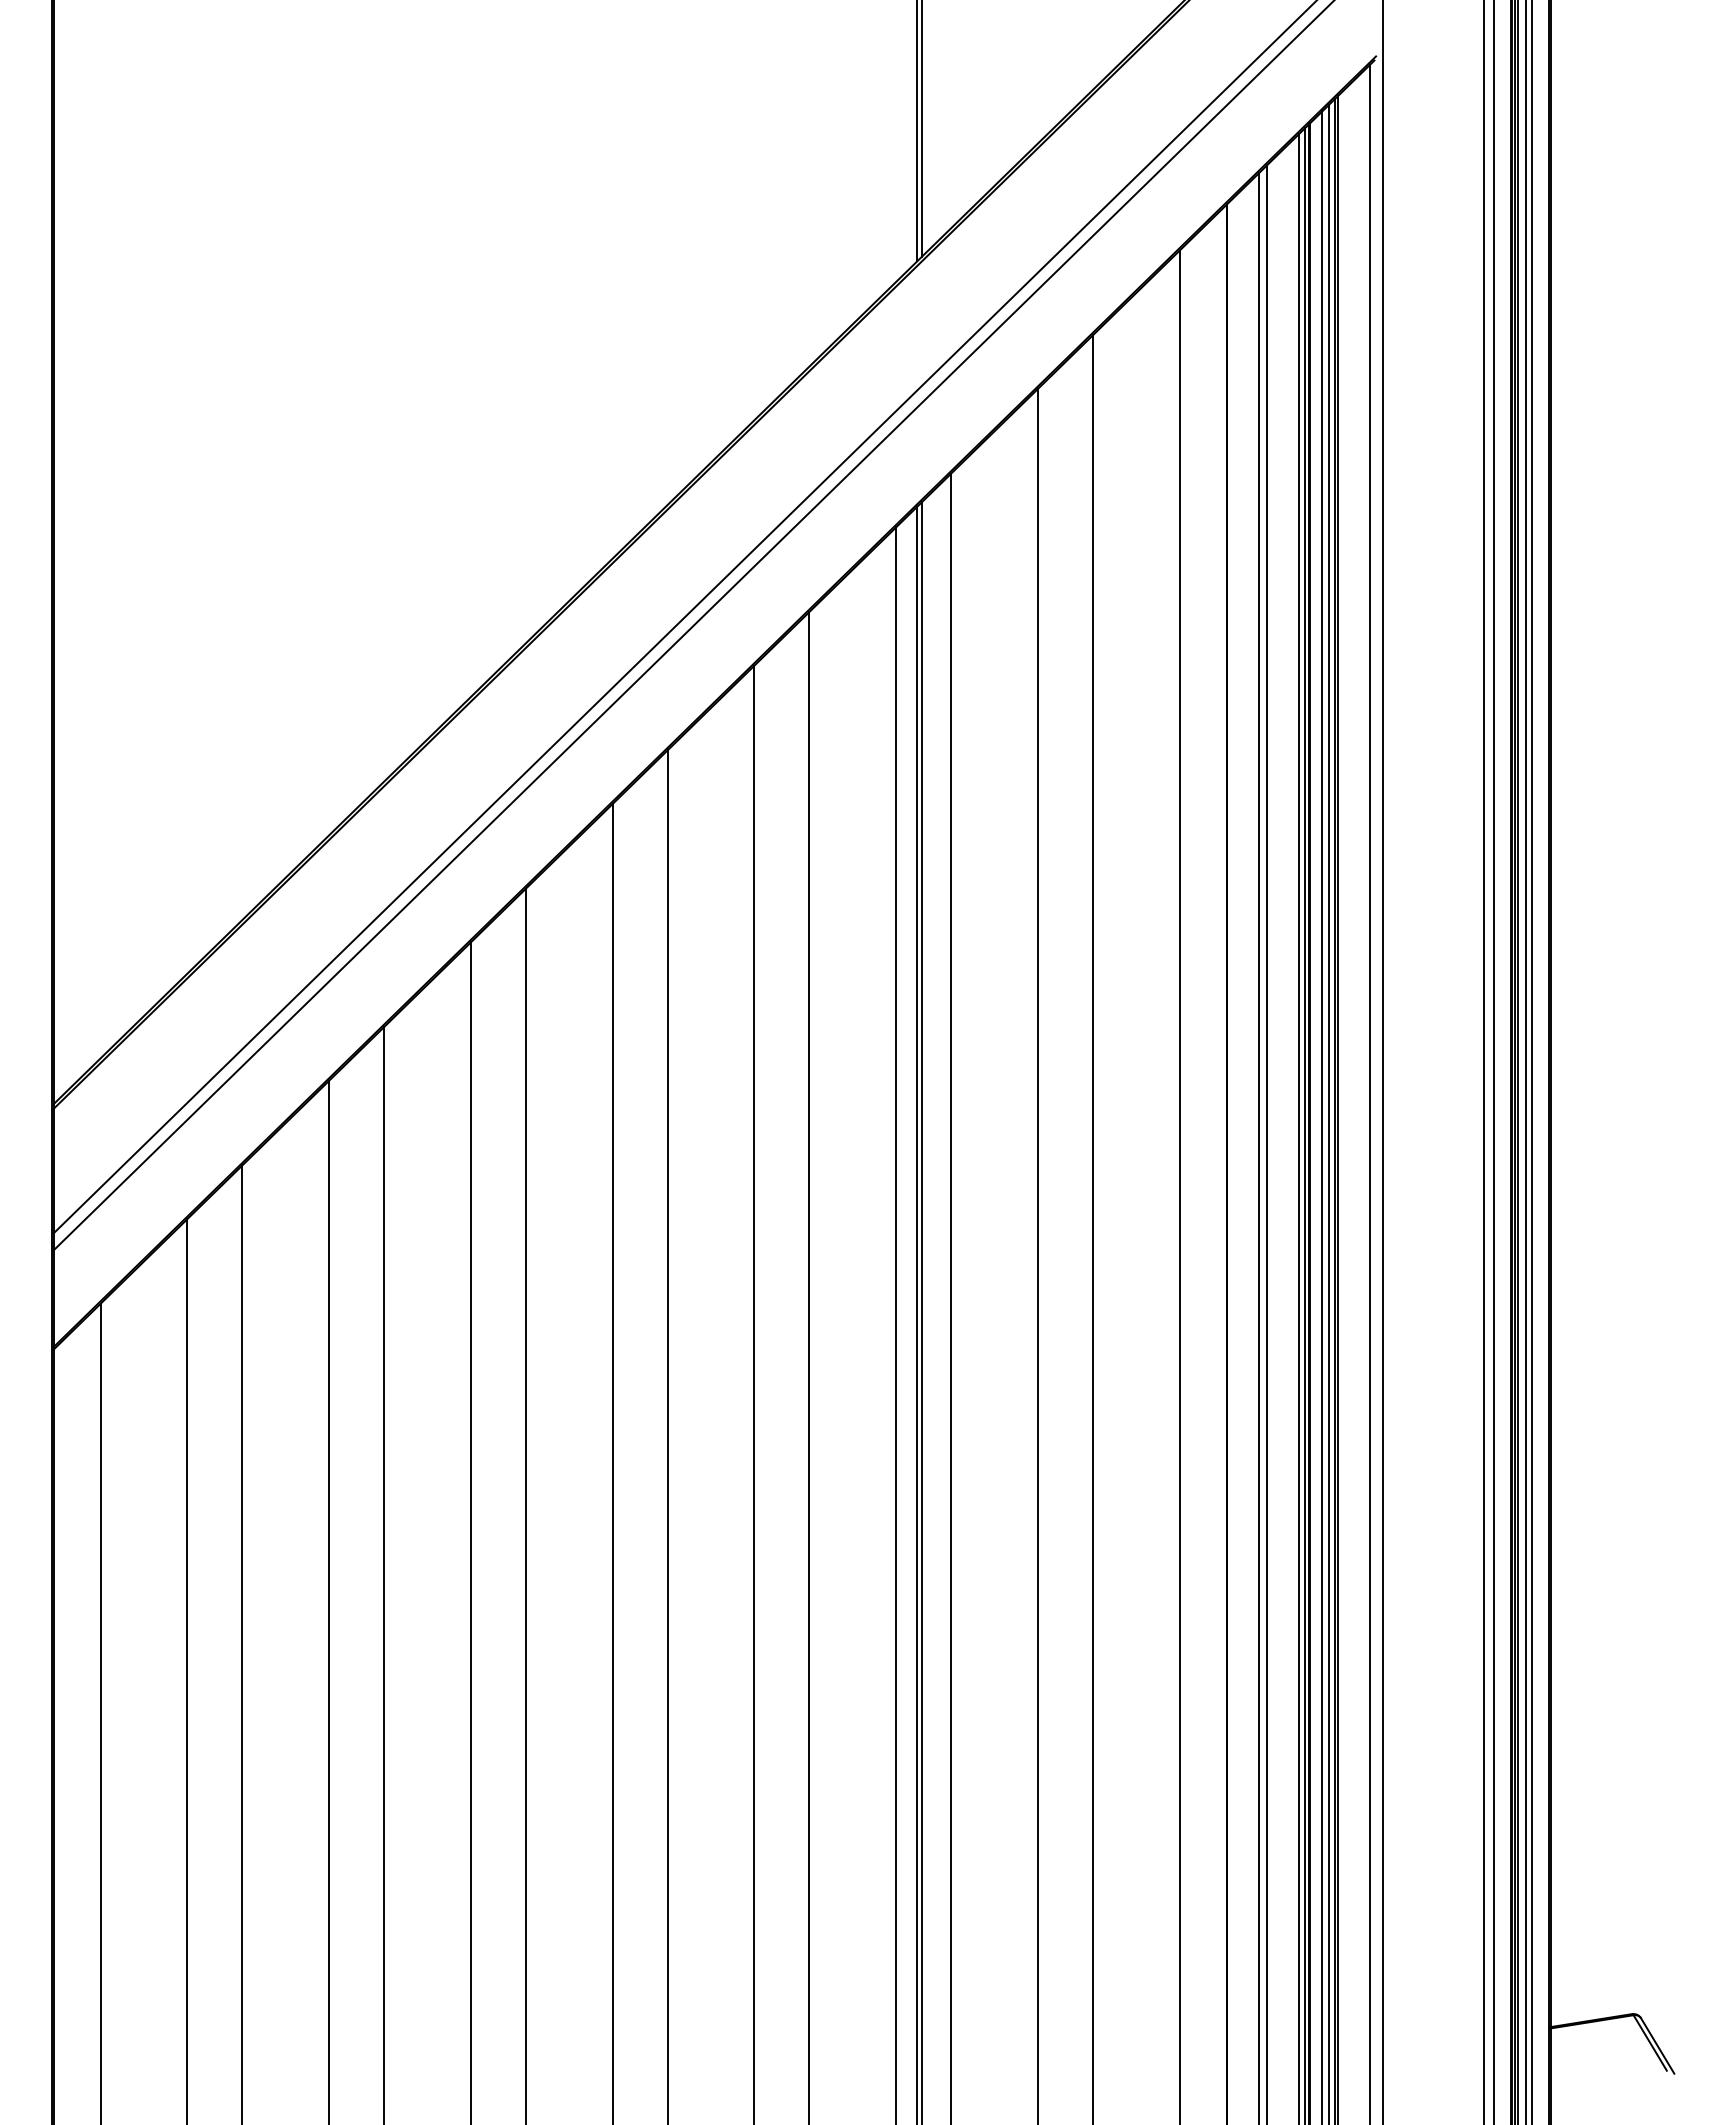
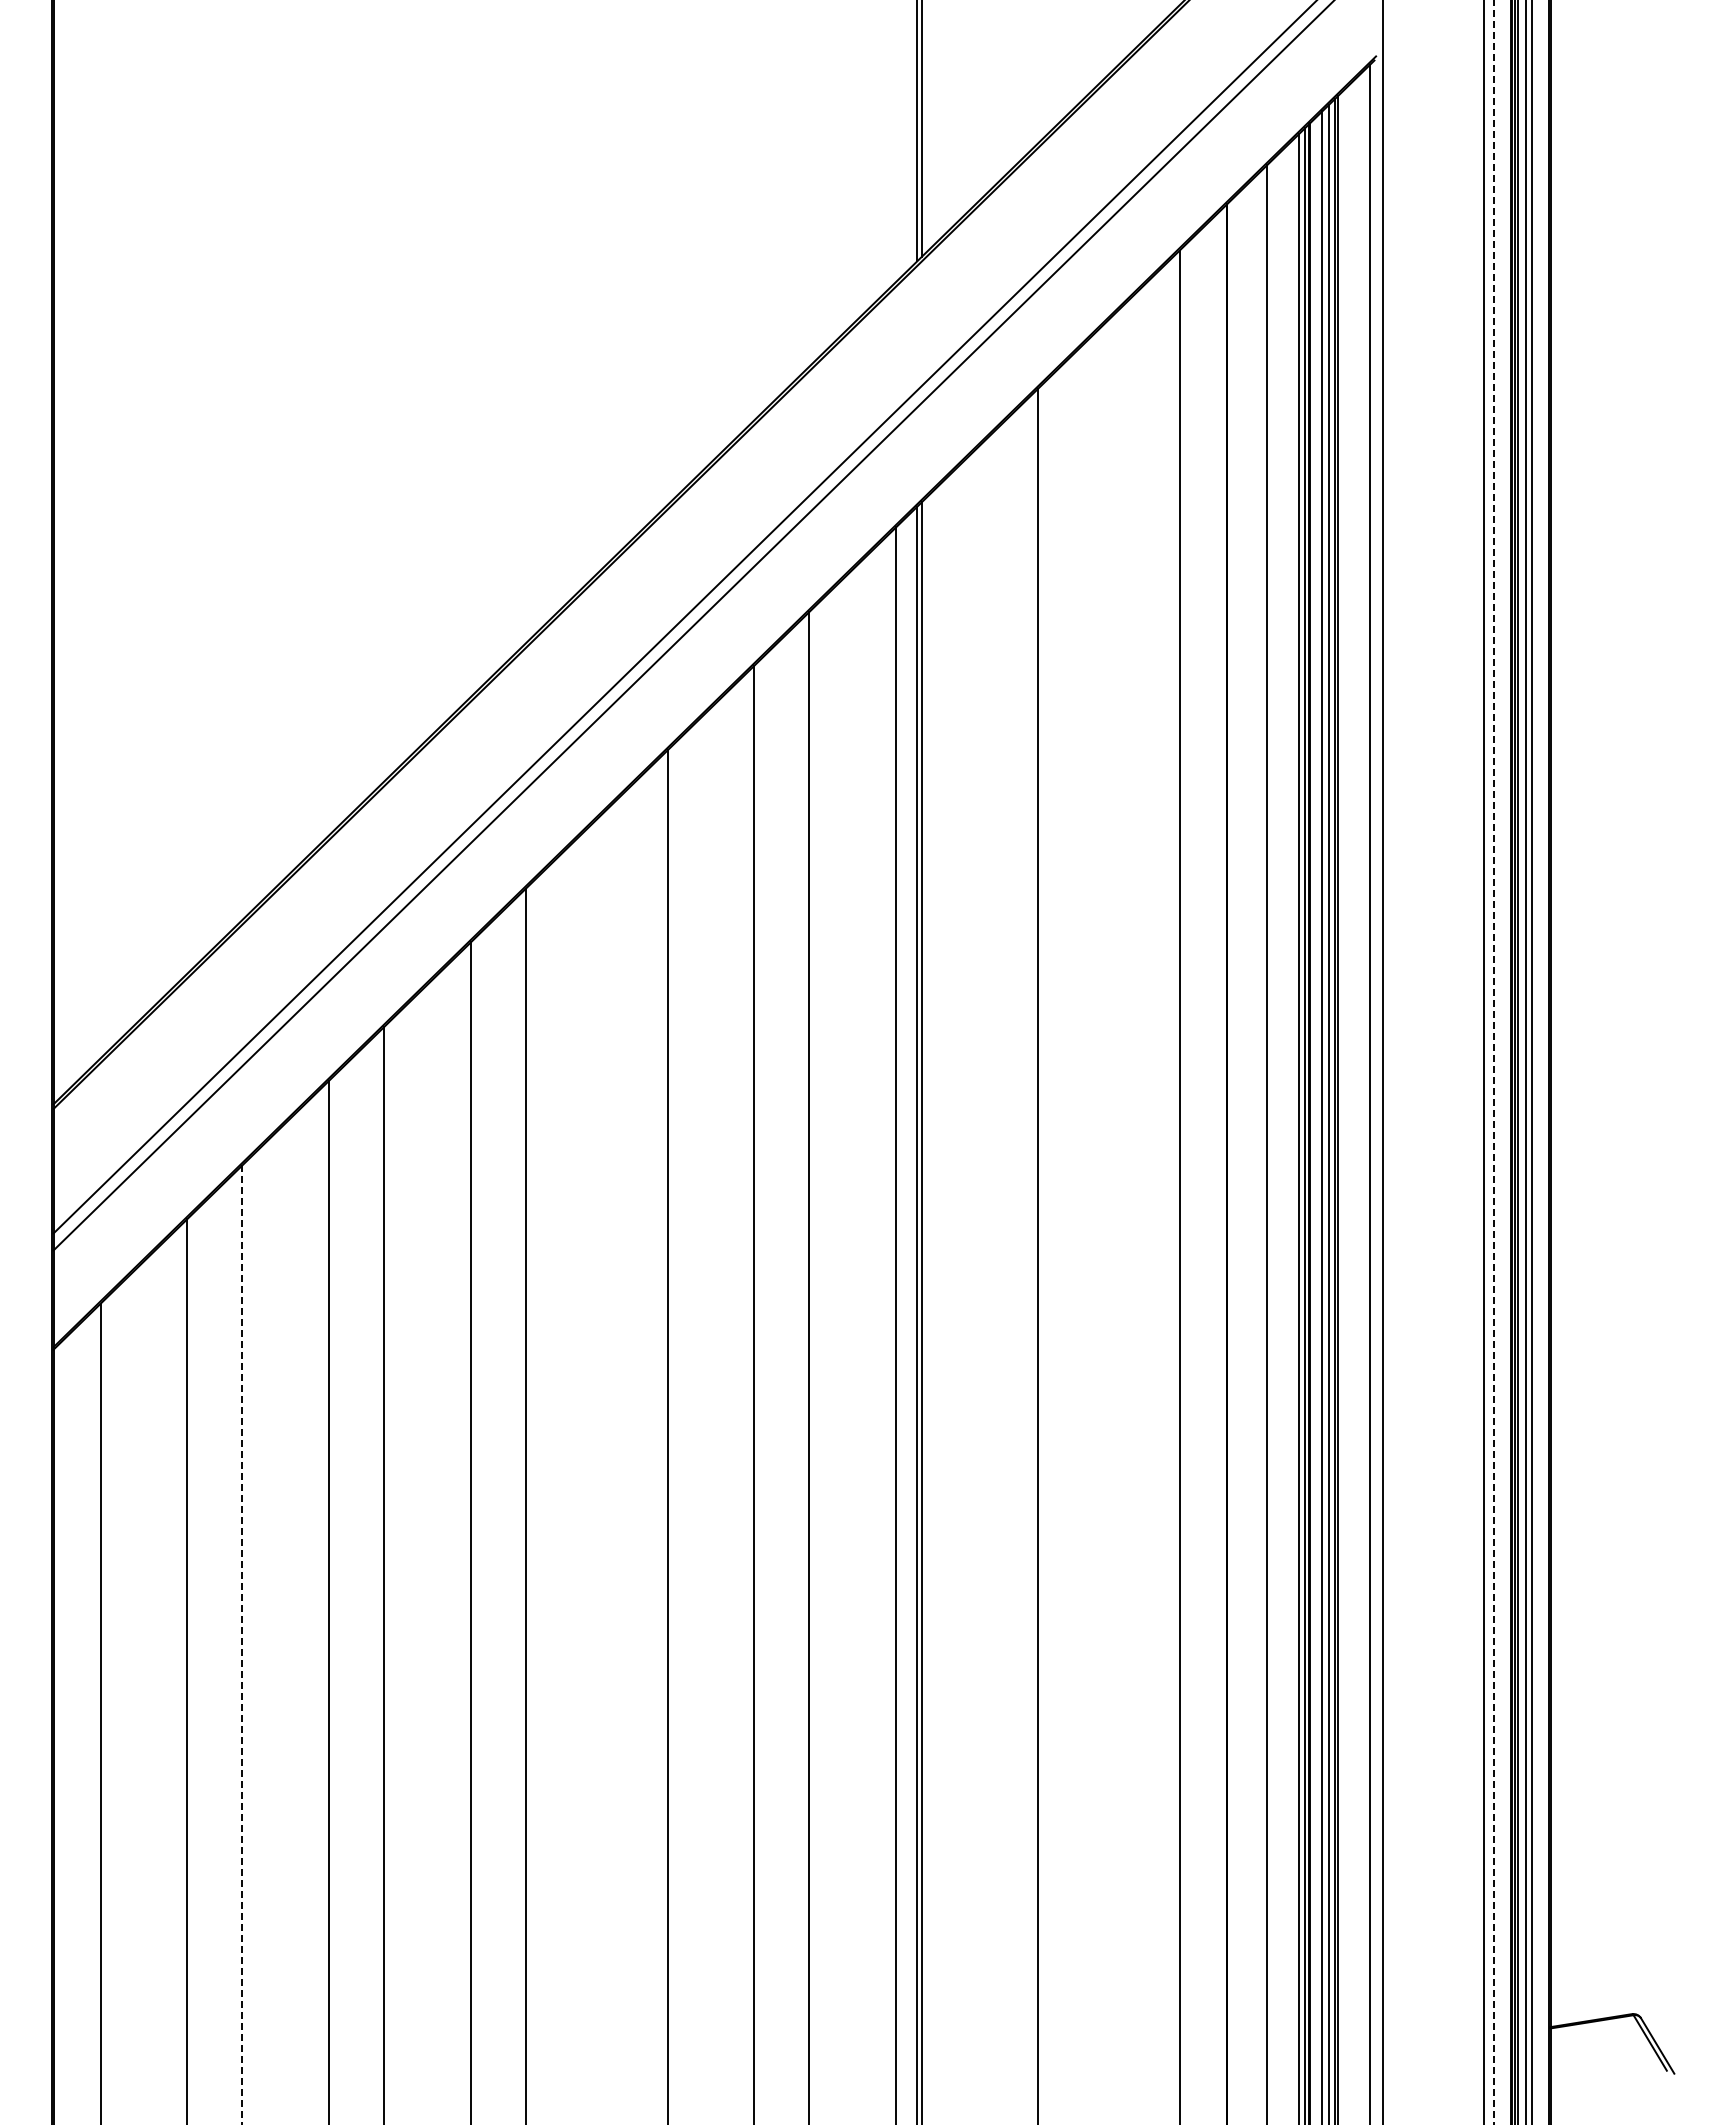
line at (1494, 1062): solid -> dashed
line at (1258, 1147): present -> none
line at (1092, 1228): present -> none
line at (951, 1297): present -> none
line at (612, 1462): present -> none
line at (242, 1645): solid -> dashed
